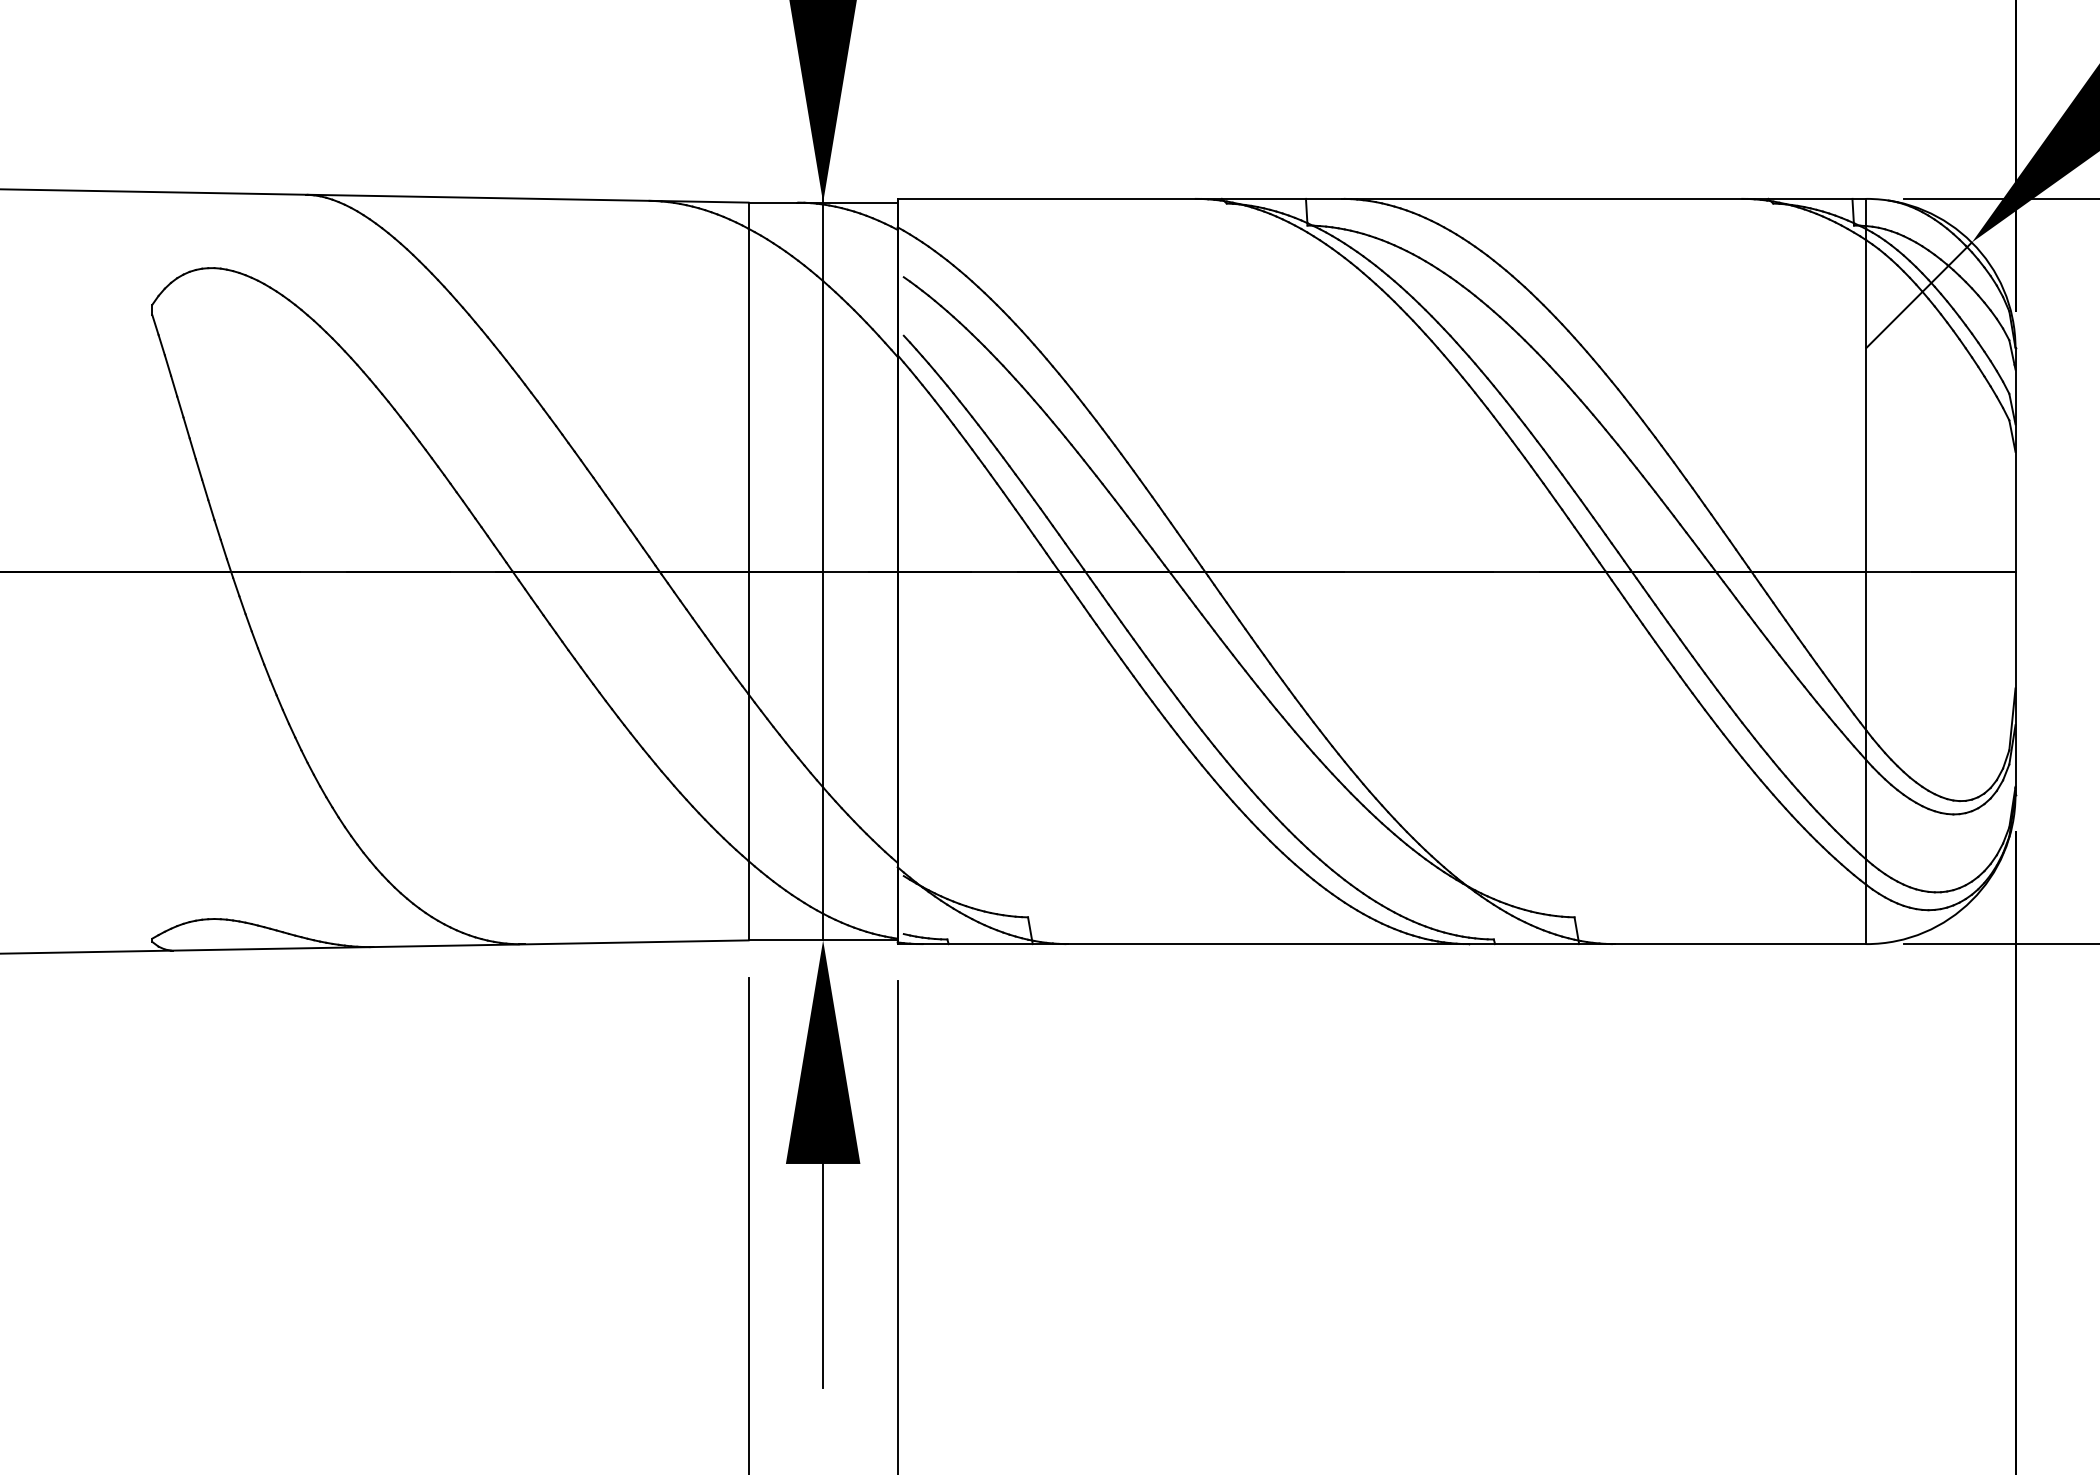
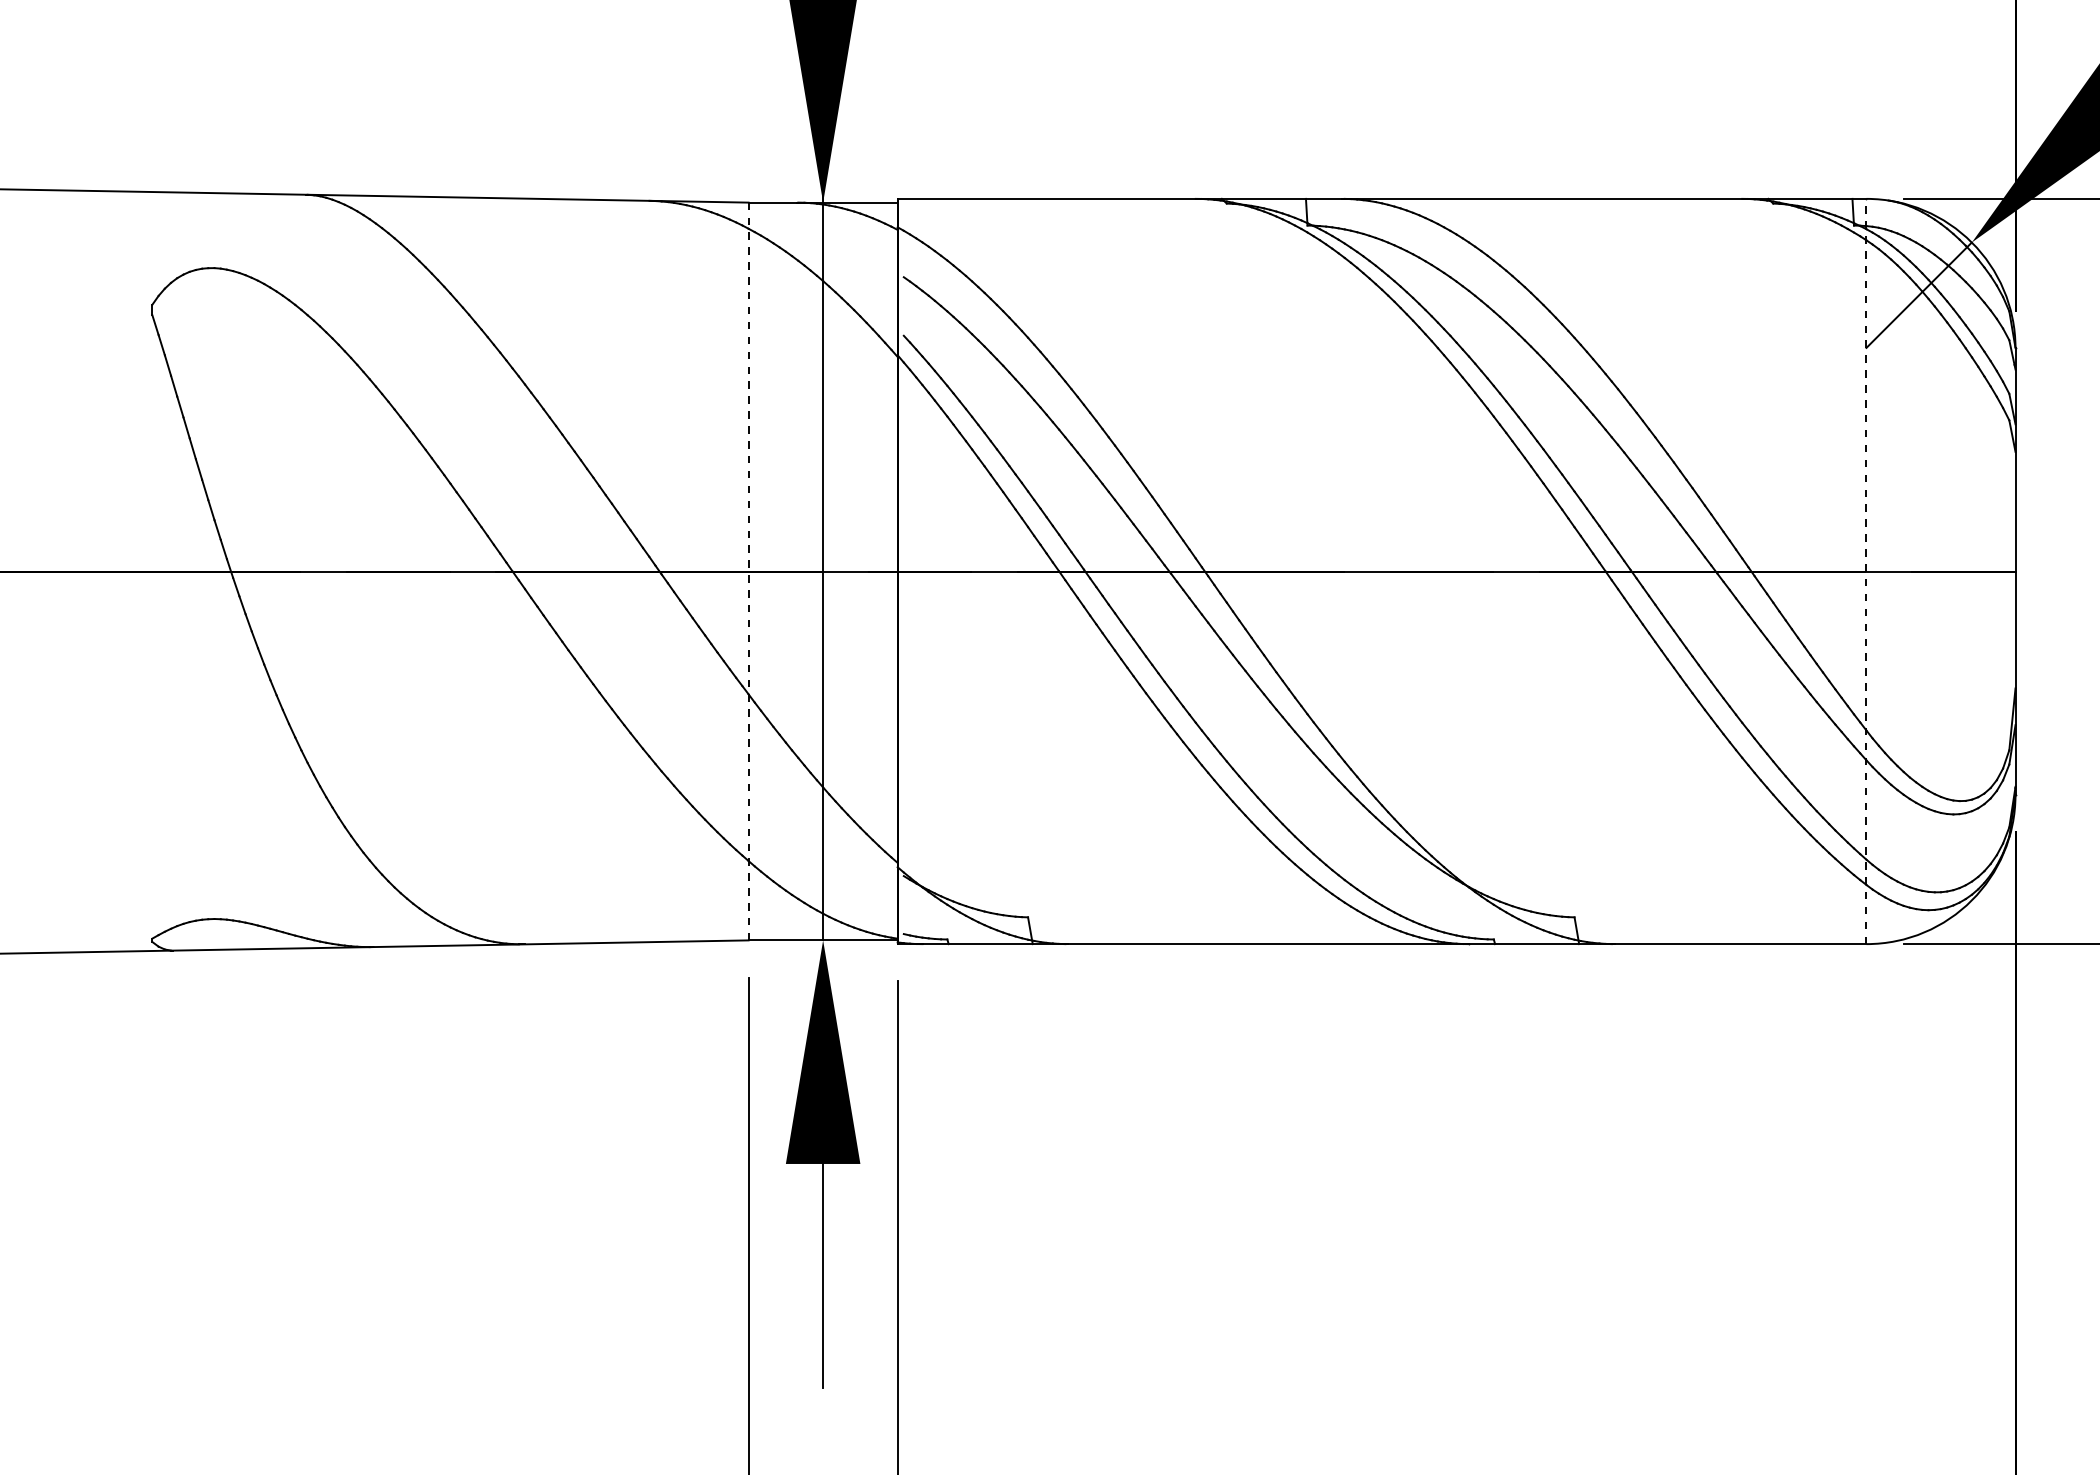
line at (748, 571): solid -> dashed
line at (1866, 571): solid -> dashed
